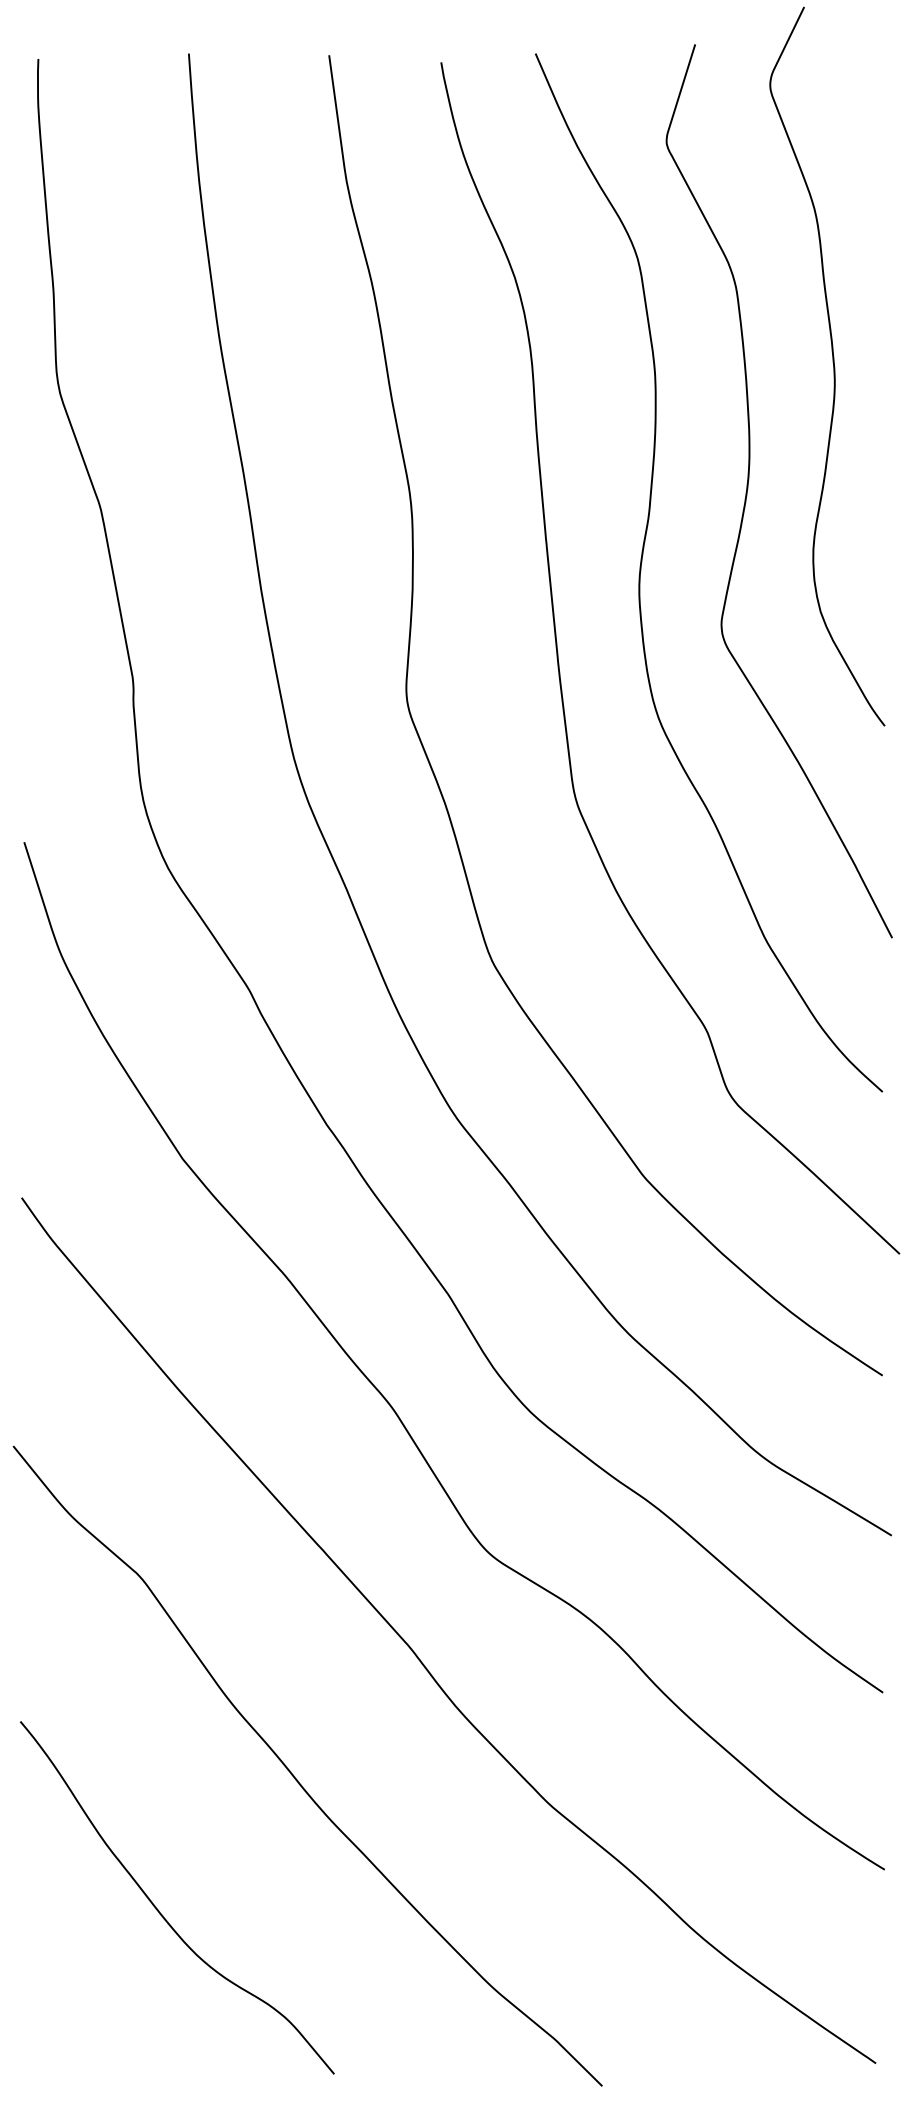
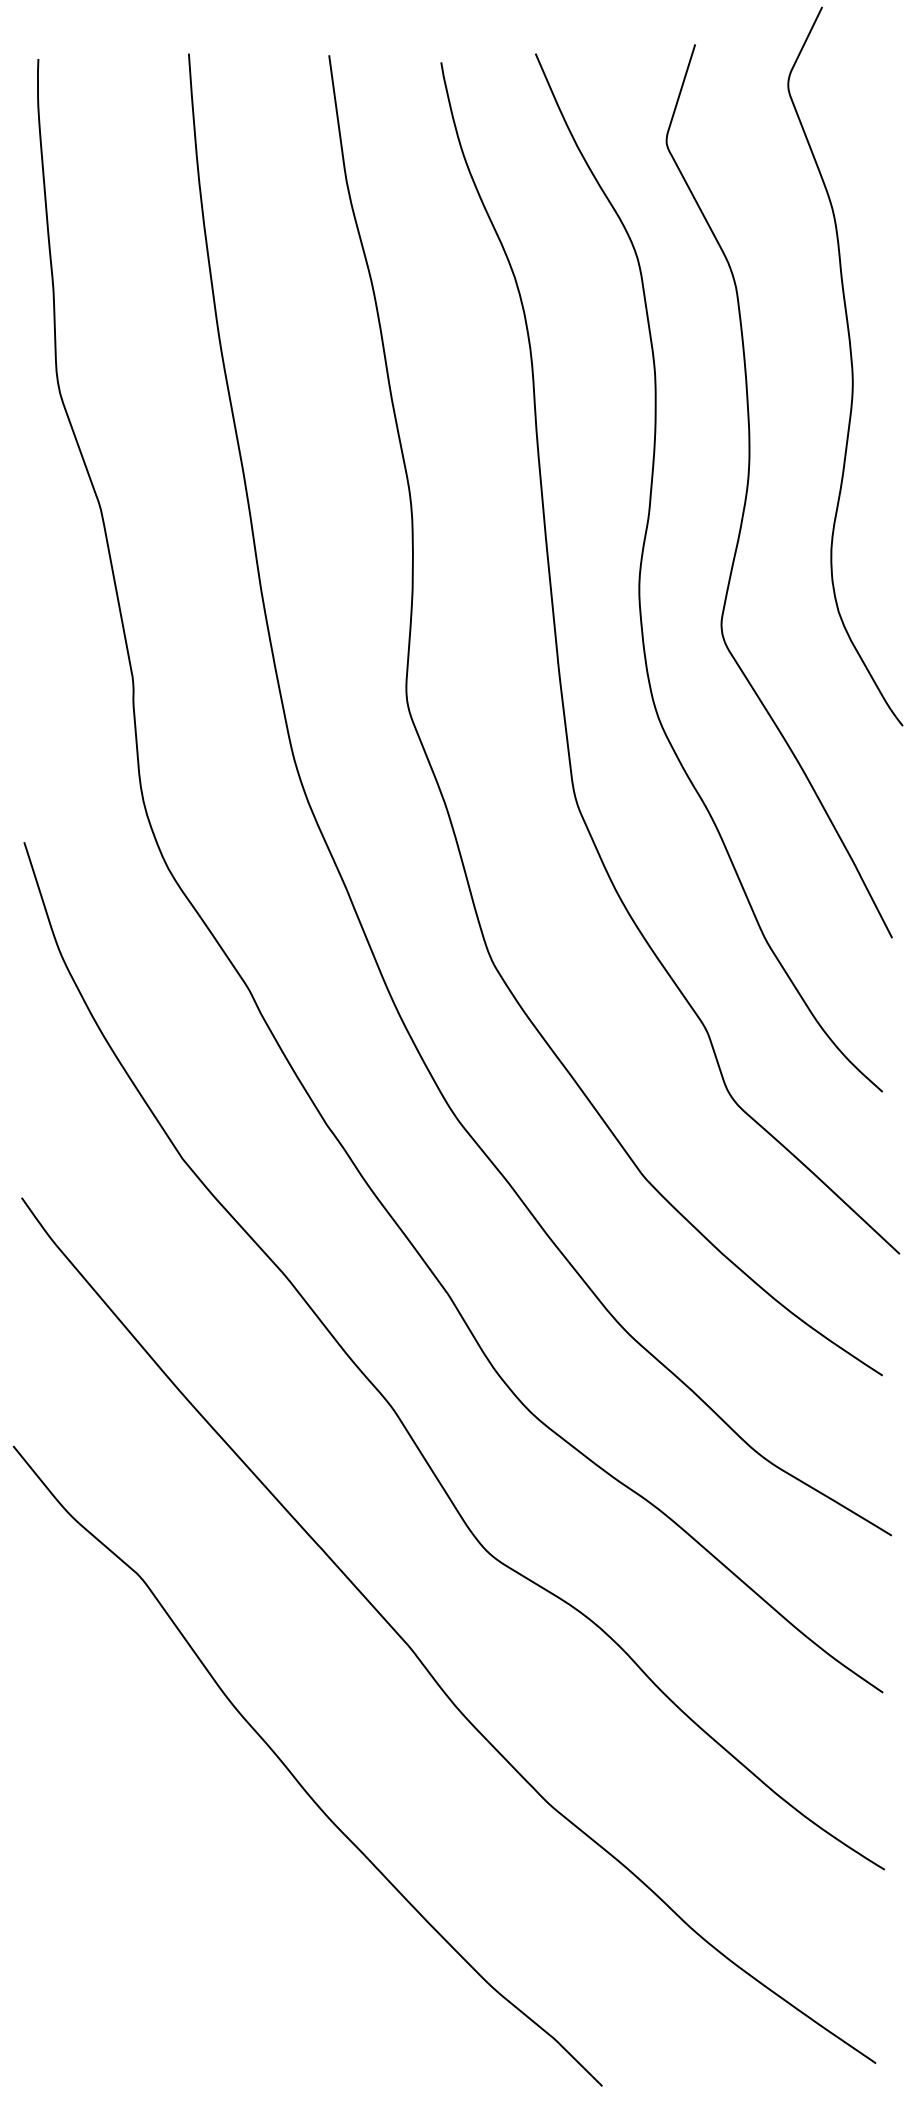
curve at (833, 366) position: (833, 366) -> (851, 366)
curve at (159, 1910): present -> none
